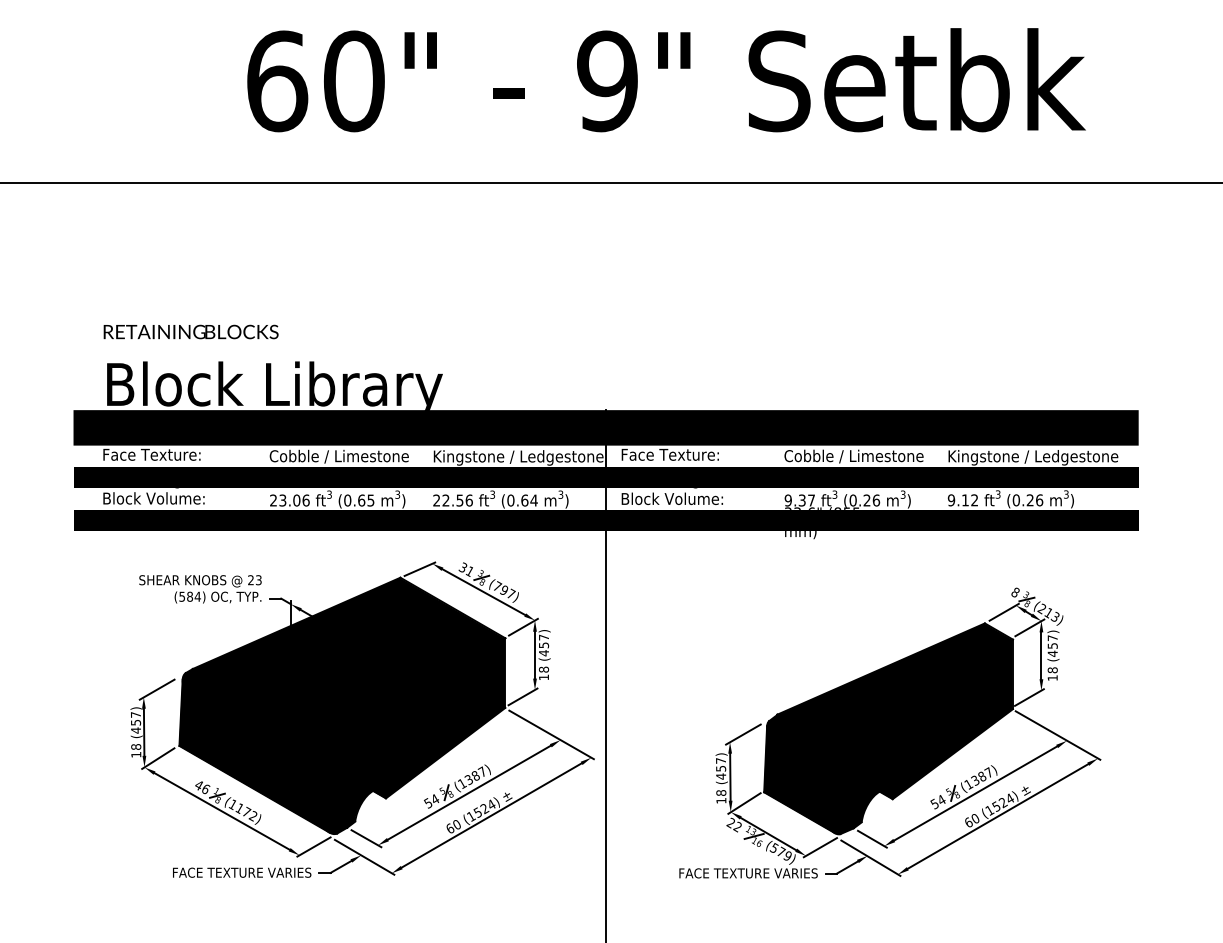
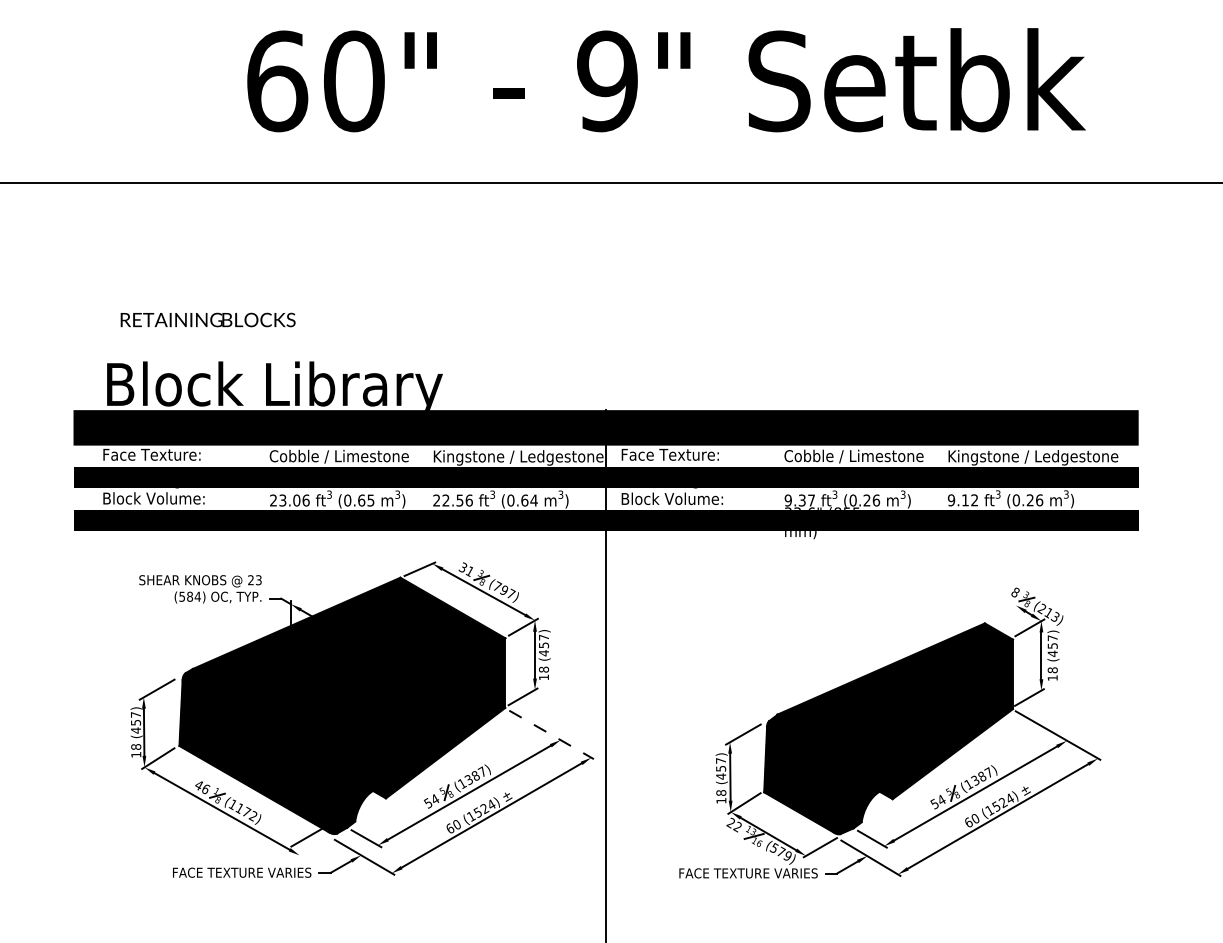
text at (190, 331) position: (190, 331) -> (207, 319)
line at (1003, 611): present -> none
line at (551, 734): solid -> dashed
line at (313, 846) position: (313, 846) -> (307, 836)
